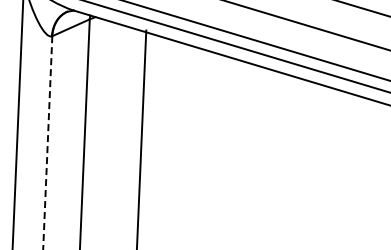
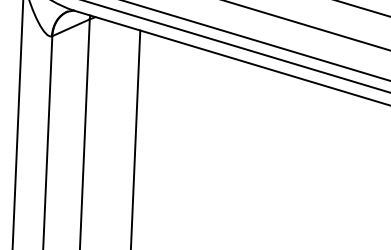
line at (141, 138) position: (141, 138) -> (135, 138)
line at (47, 142): dashed -> solid
